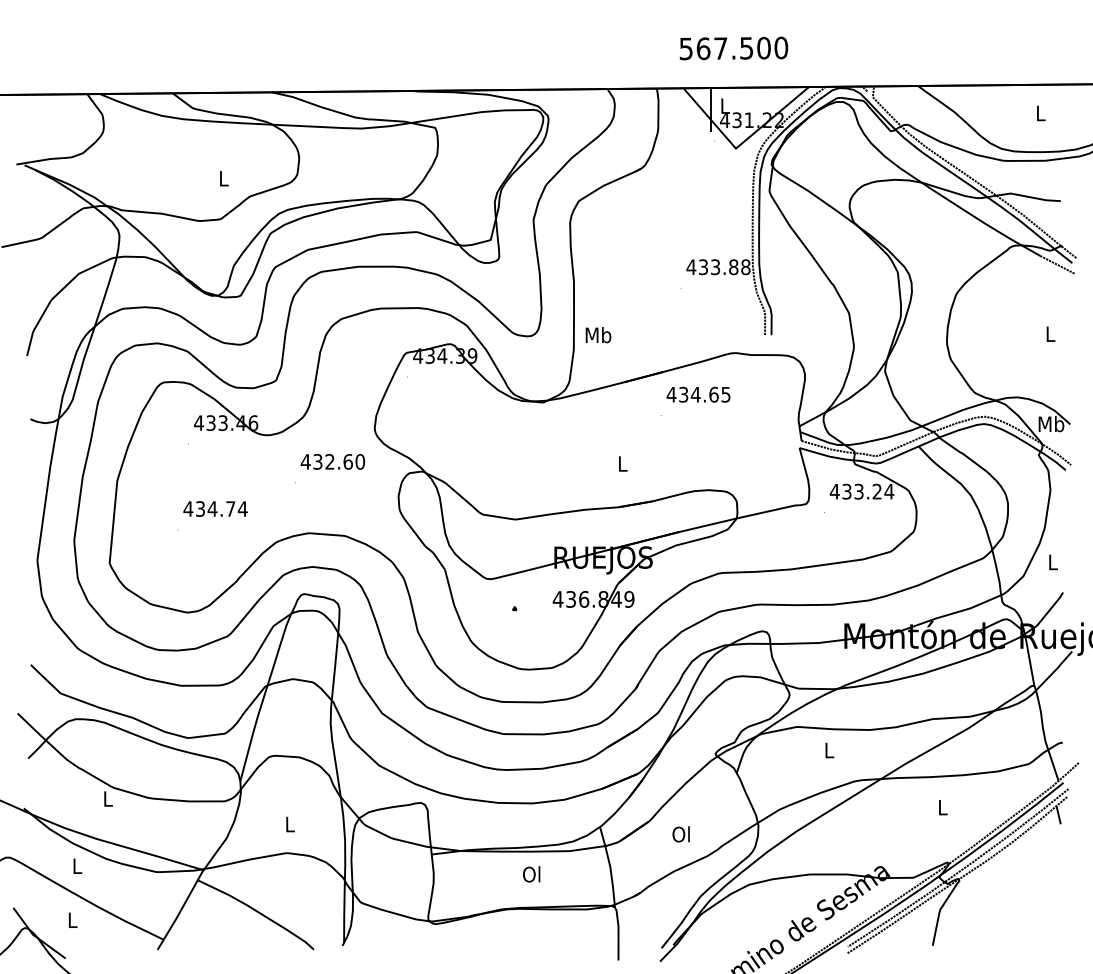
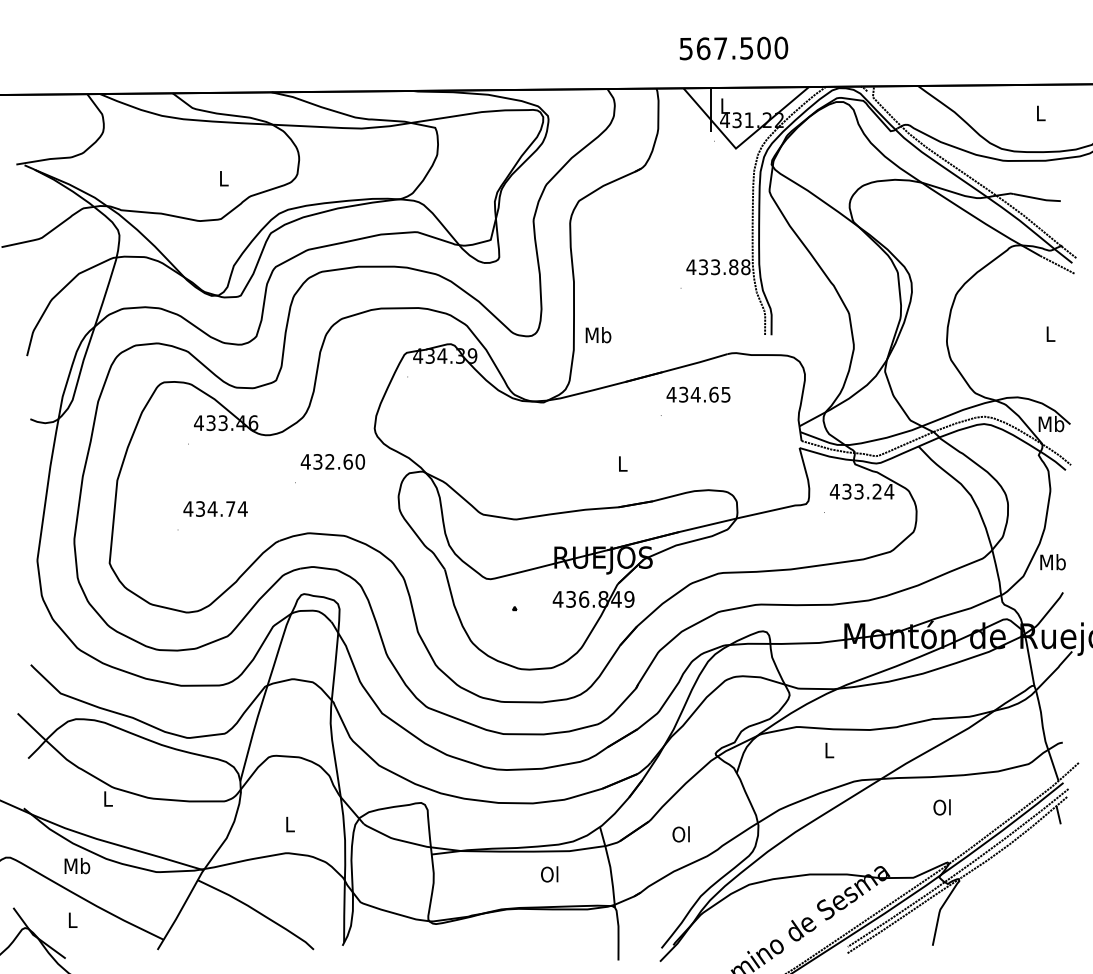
text at (1052, 562): L -> Mb
text at (941, 807): L -> Ol
text at (77, 866): L -> Mb
text at (531, 874) position: (531, 874) -> (549, 874)
